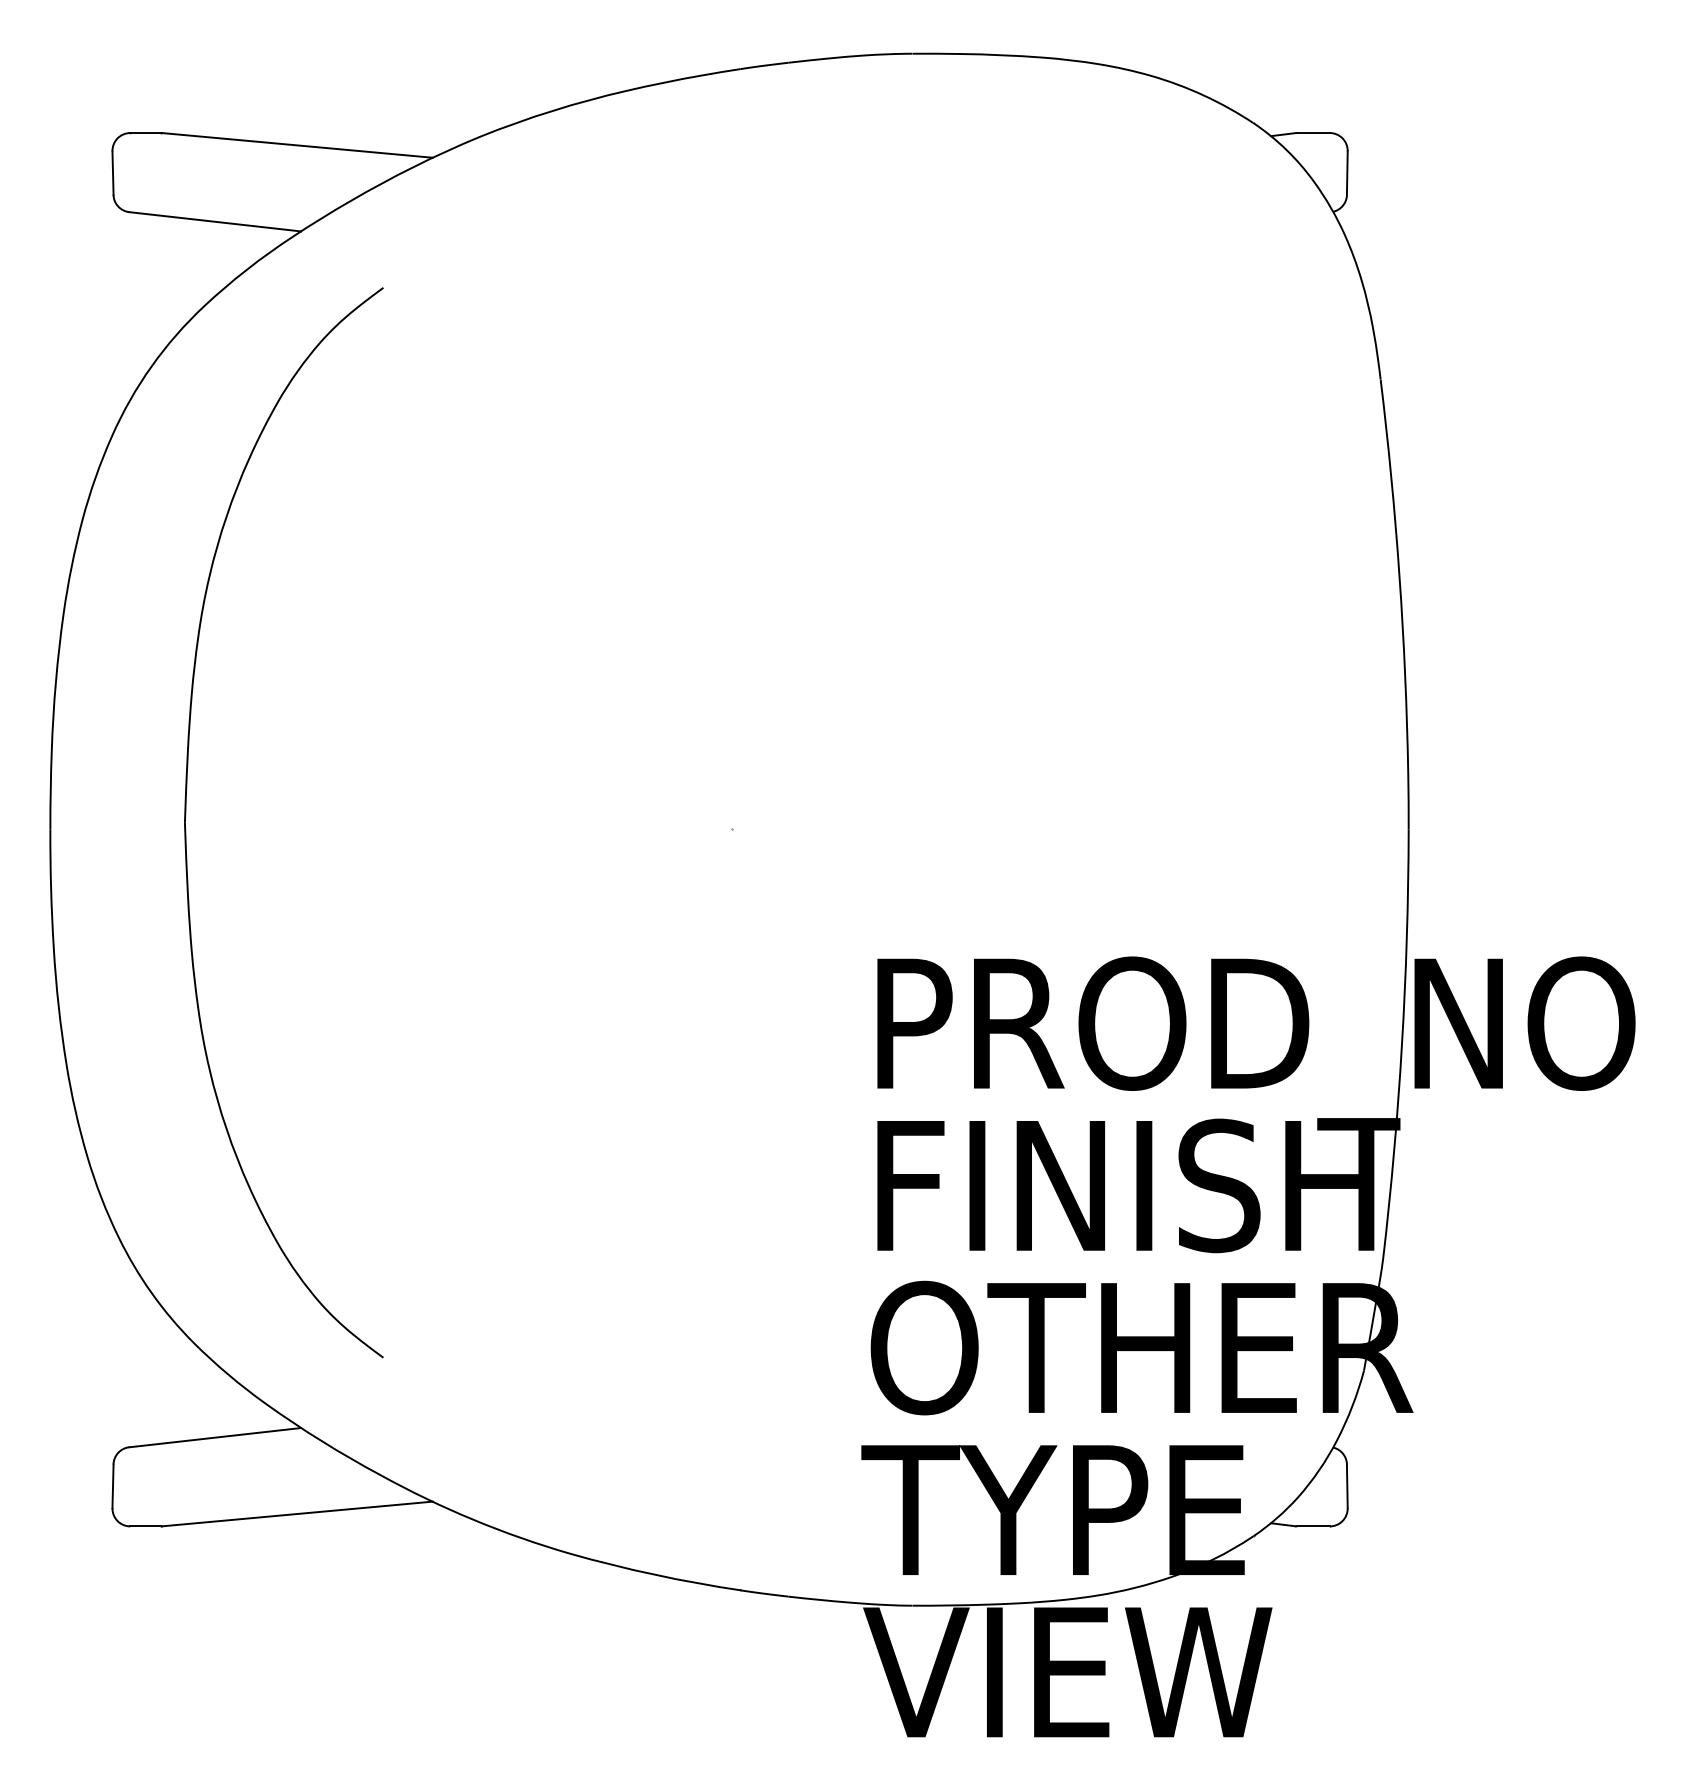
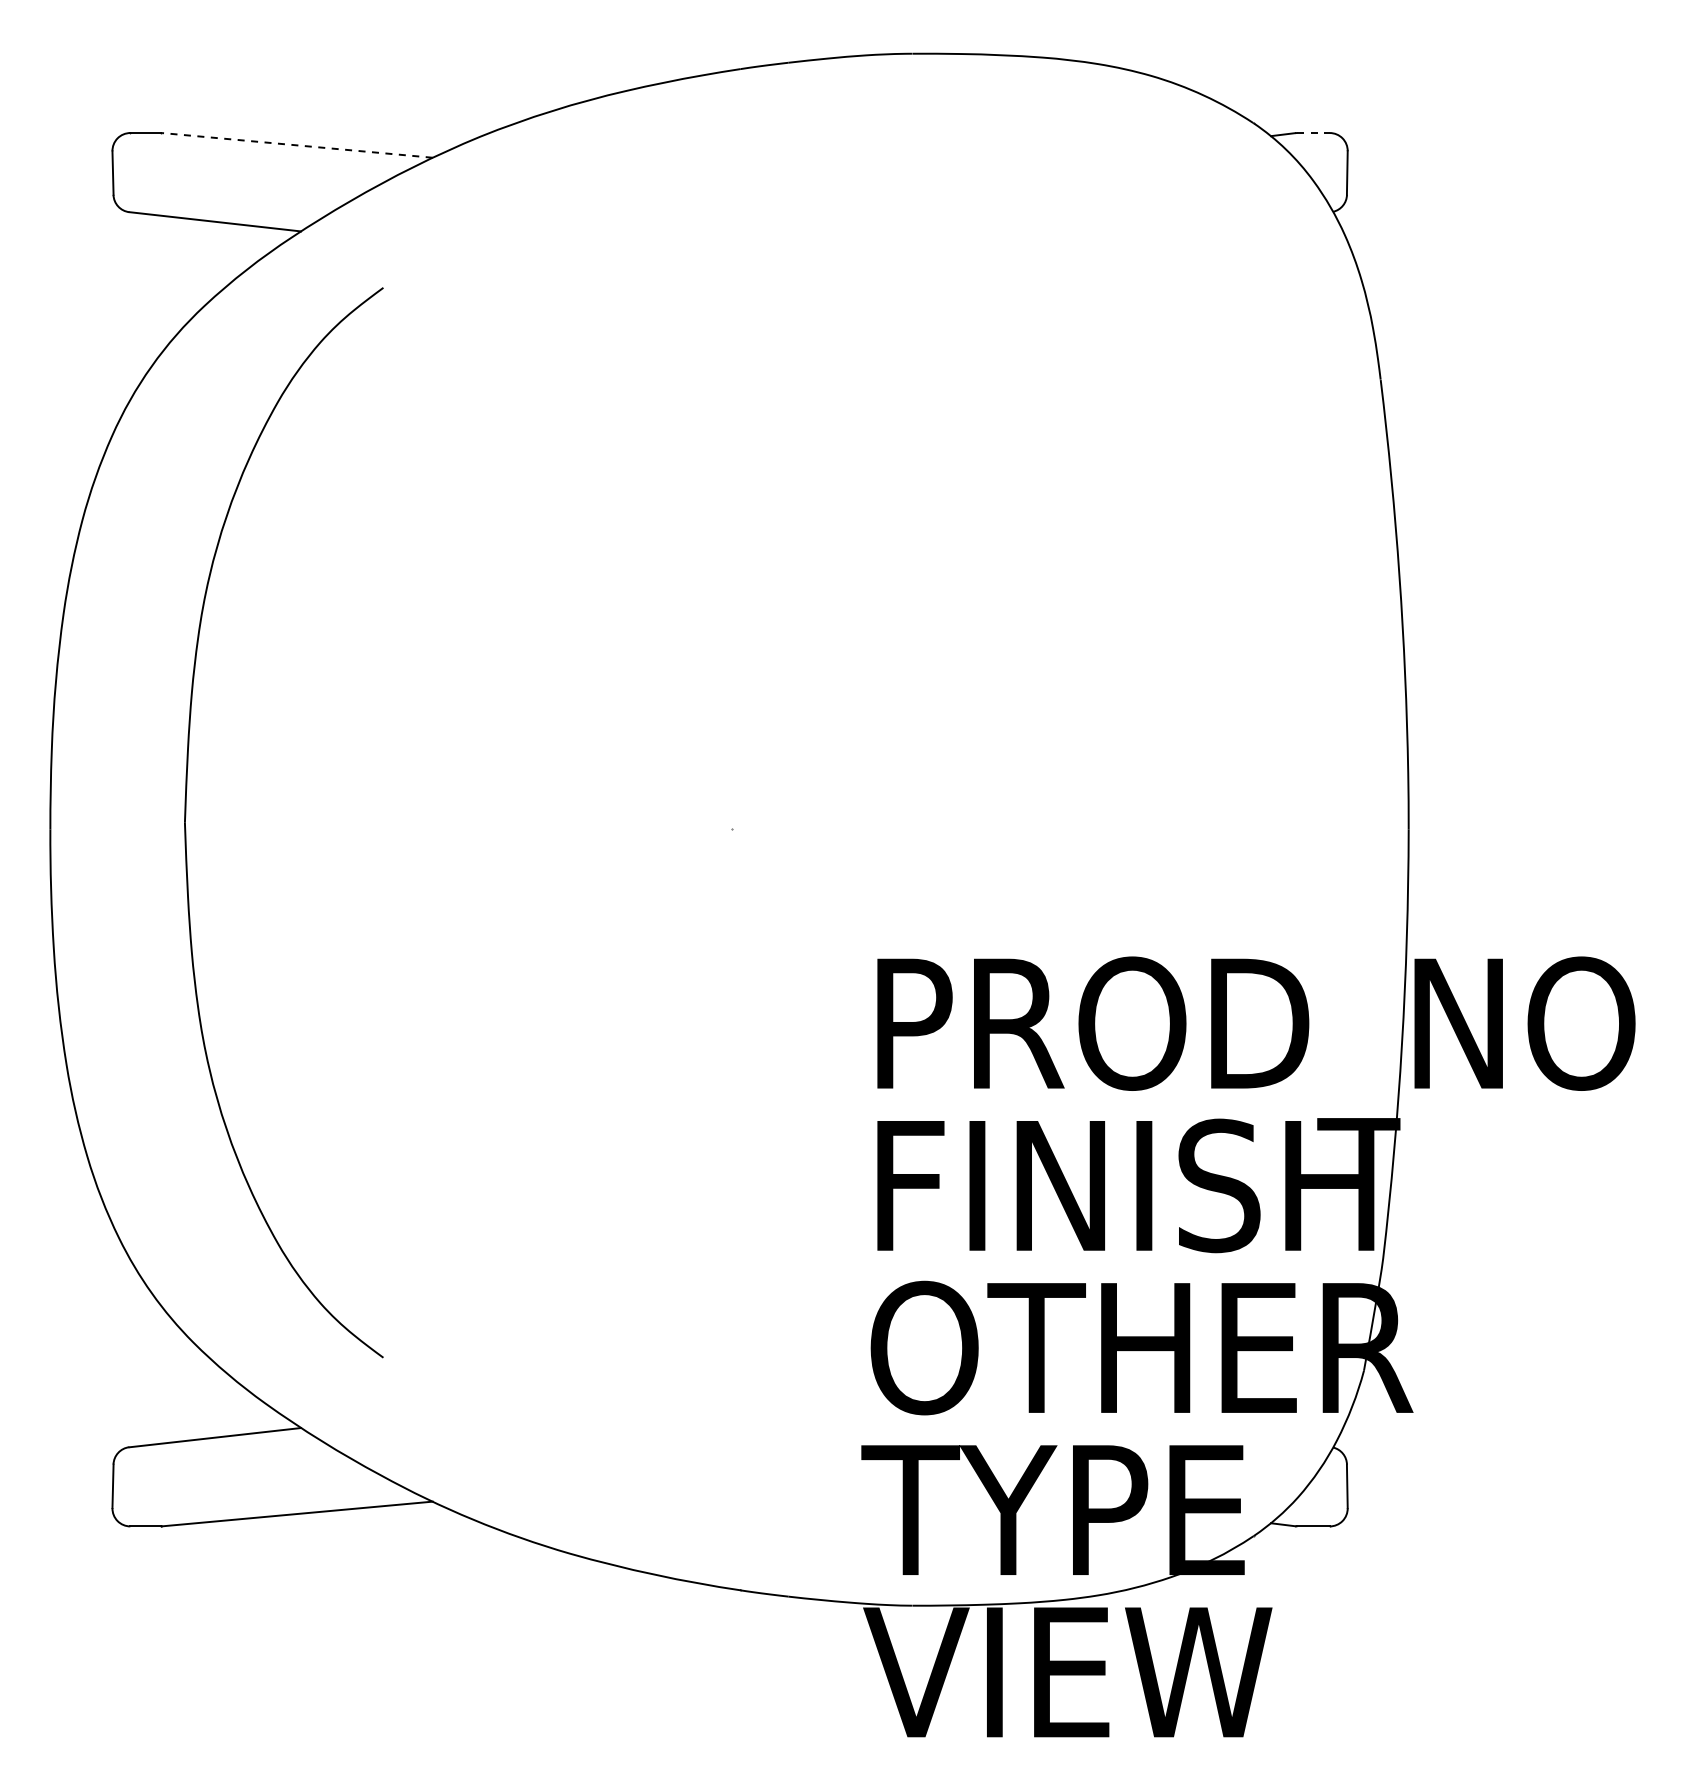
line at (1314, 133): solid -> dashed
line at (297, 145): solid -> dashed
